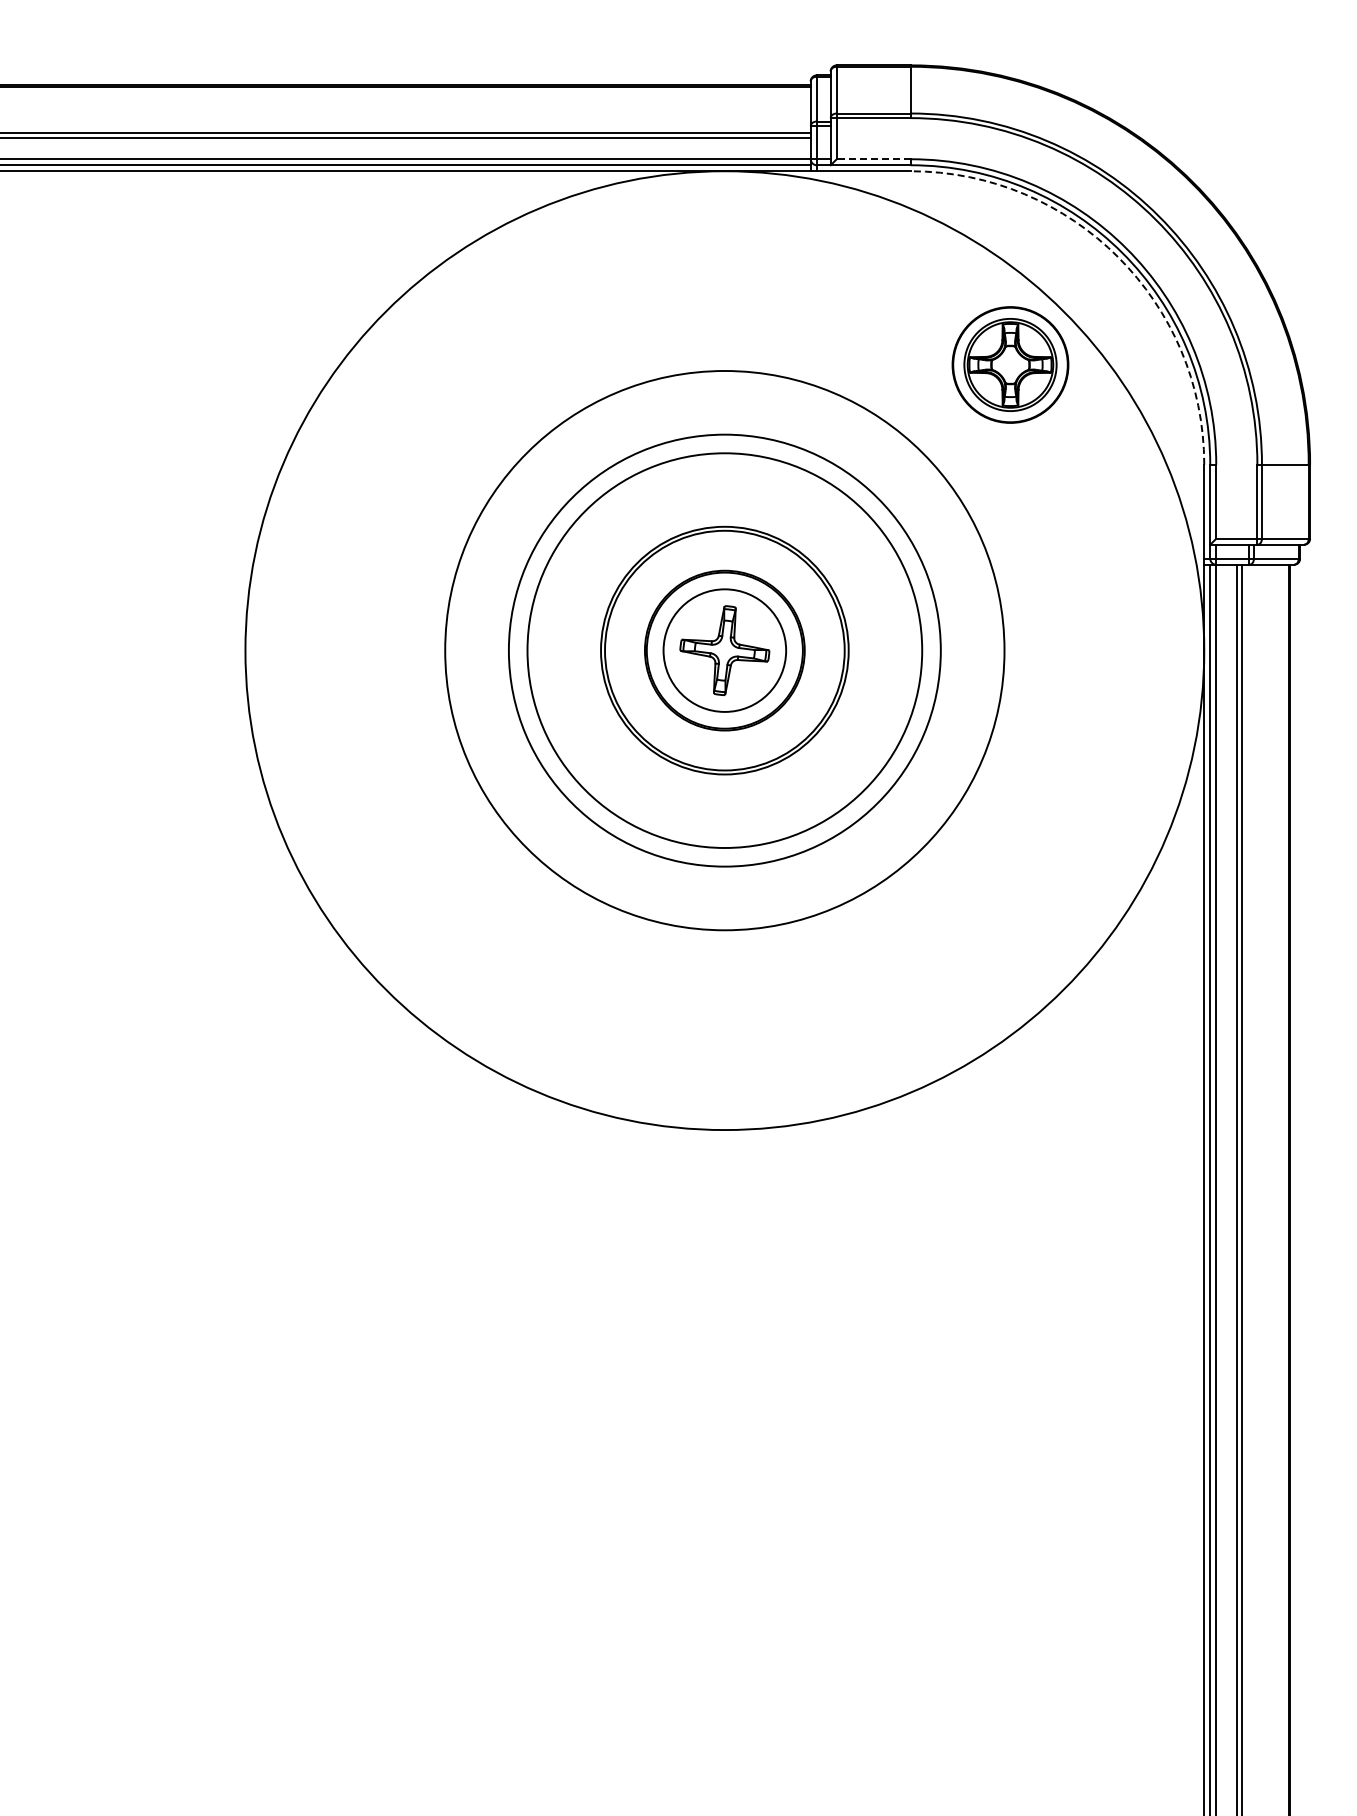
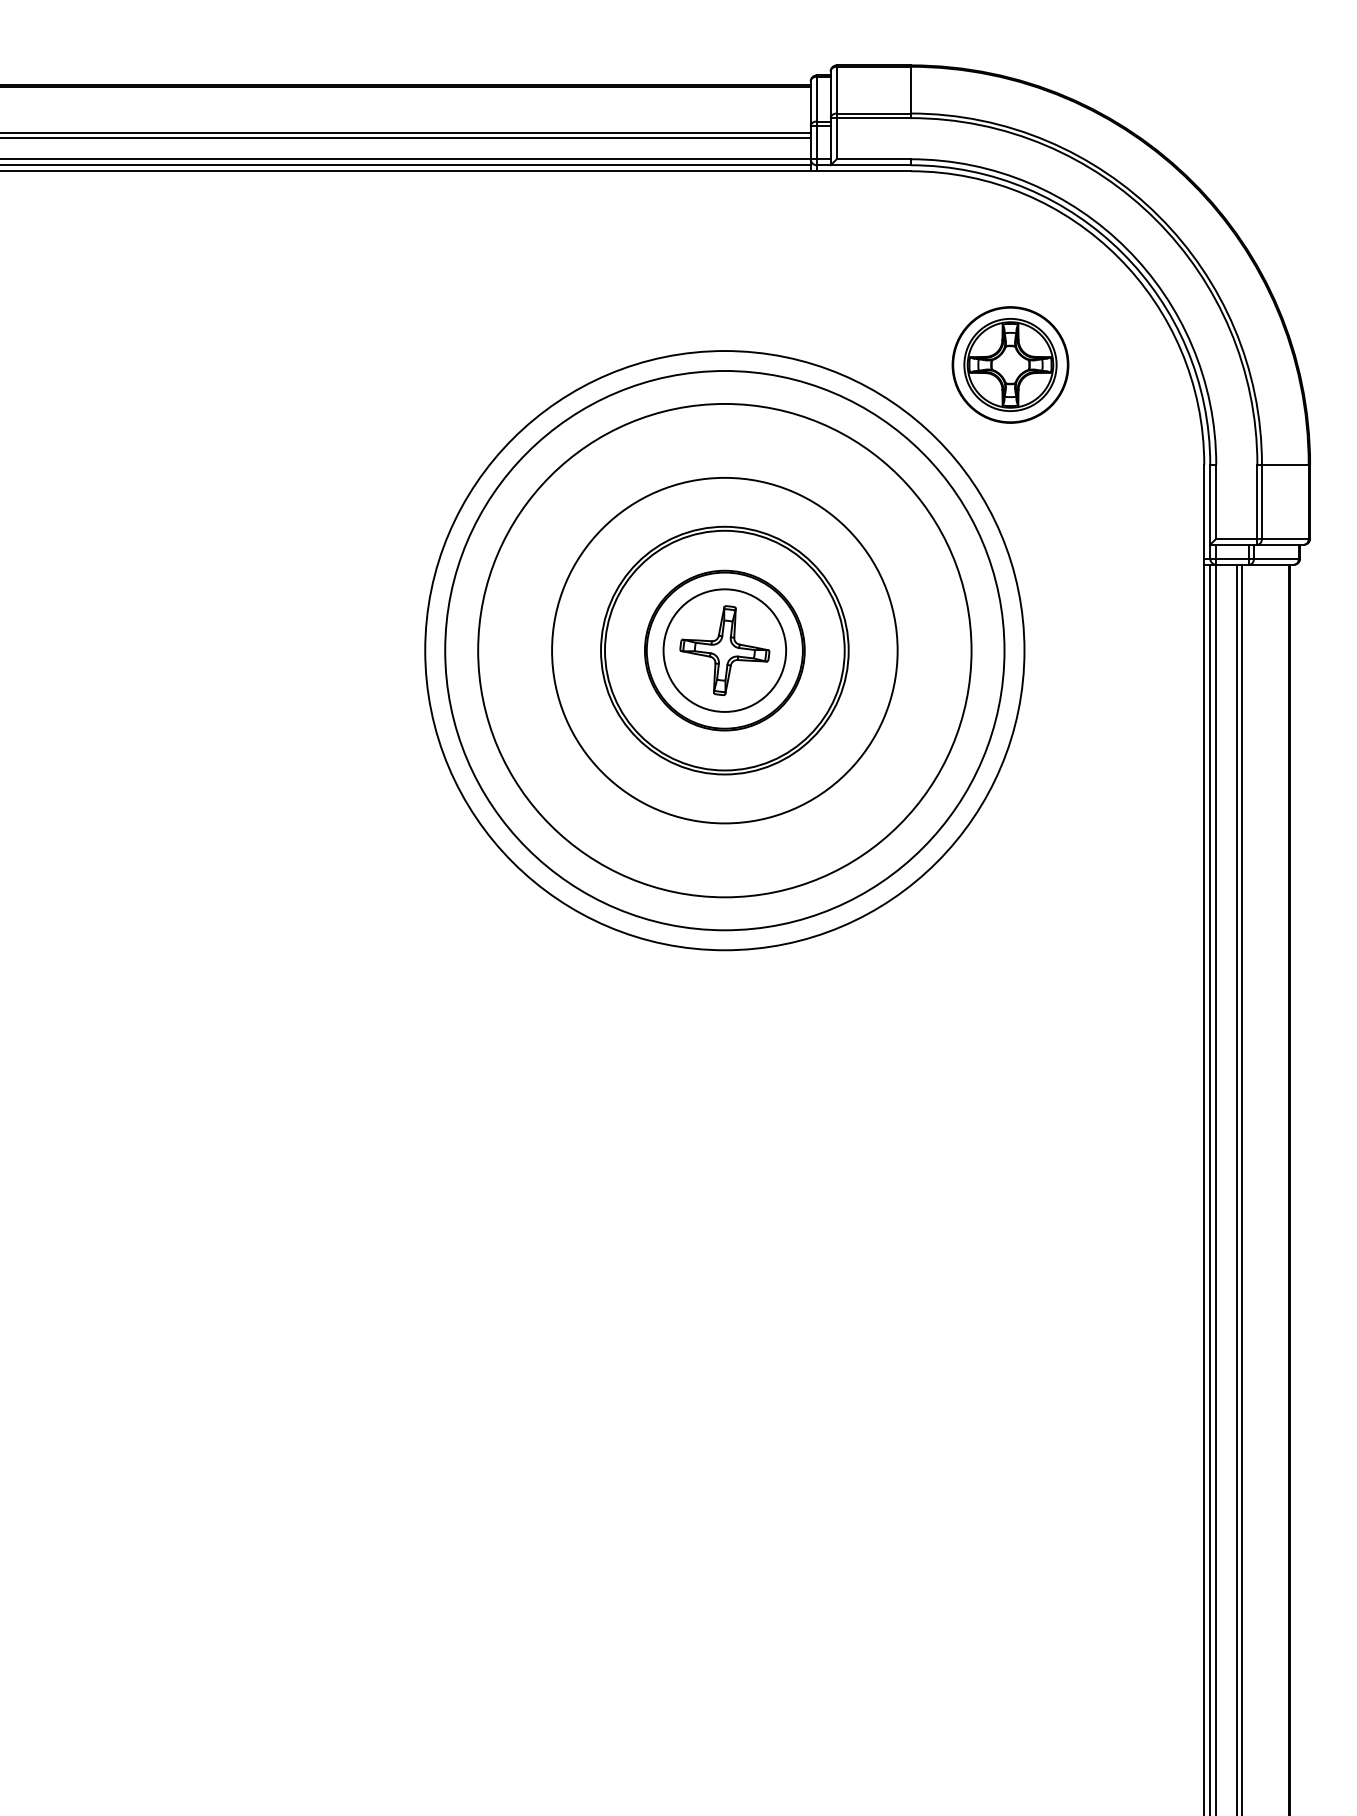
line at (873, 159): dashed -> solid
arc at (1118, 257): dashed -> solid
circle at (724, 650) diameter: 395 px -> 493 px
circle at (724, 650) diameter: 432 px -> 346 px
circle at (724, 650) diameter: 959 px -> 599 px
